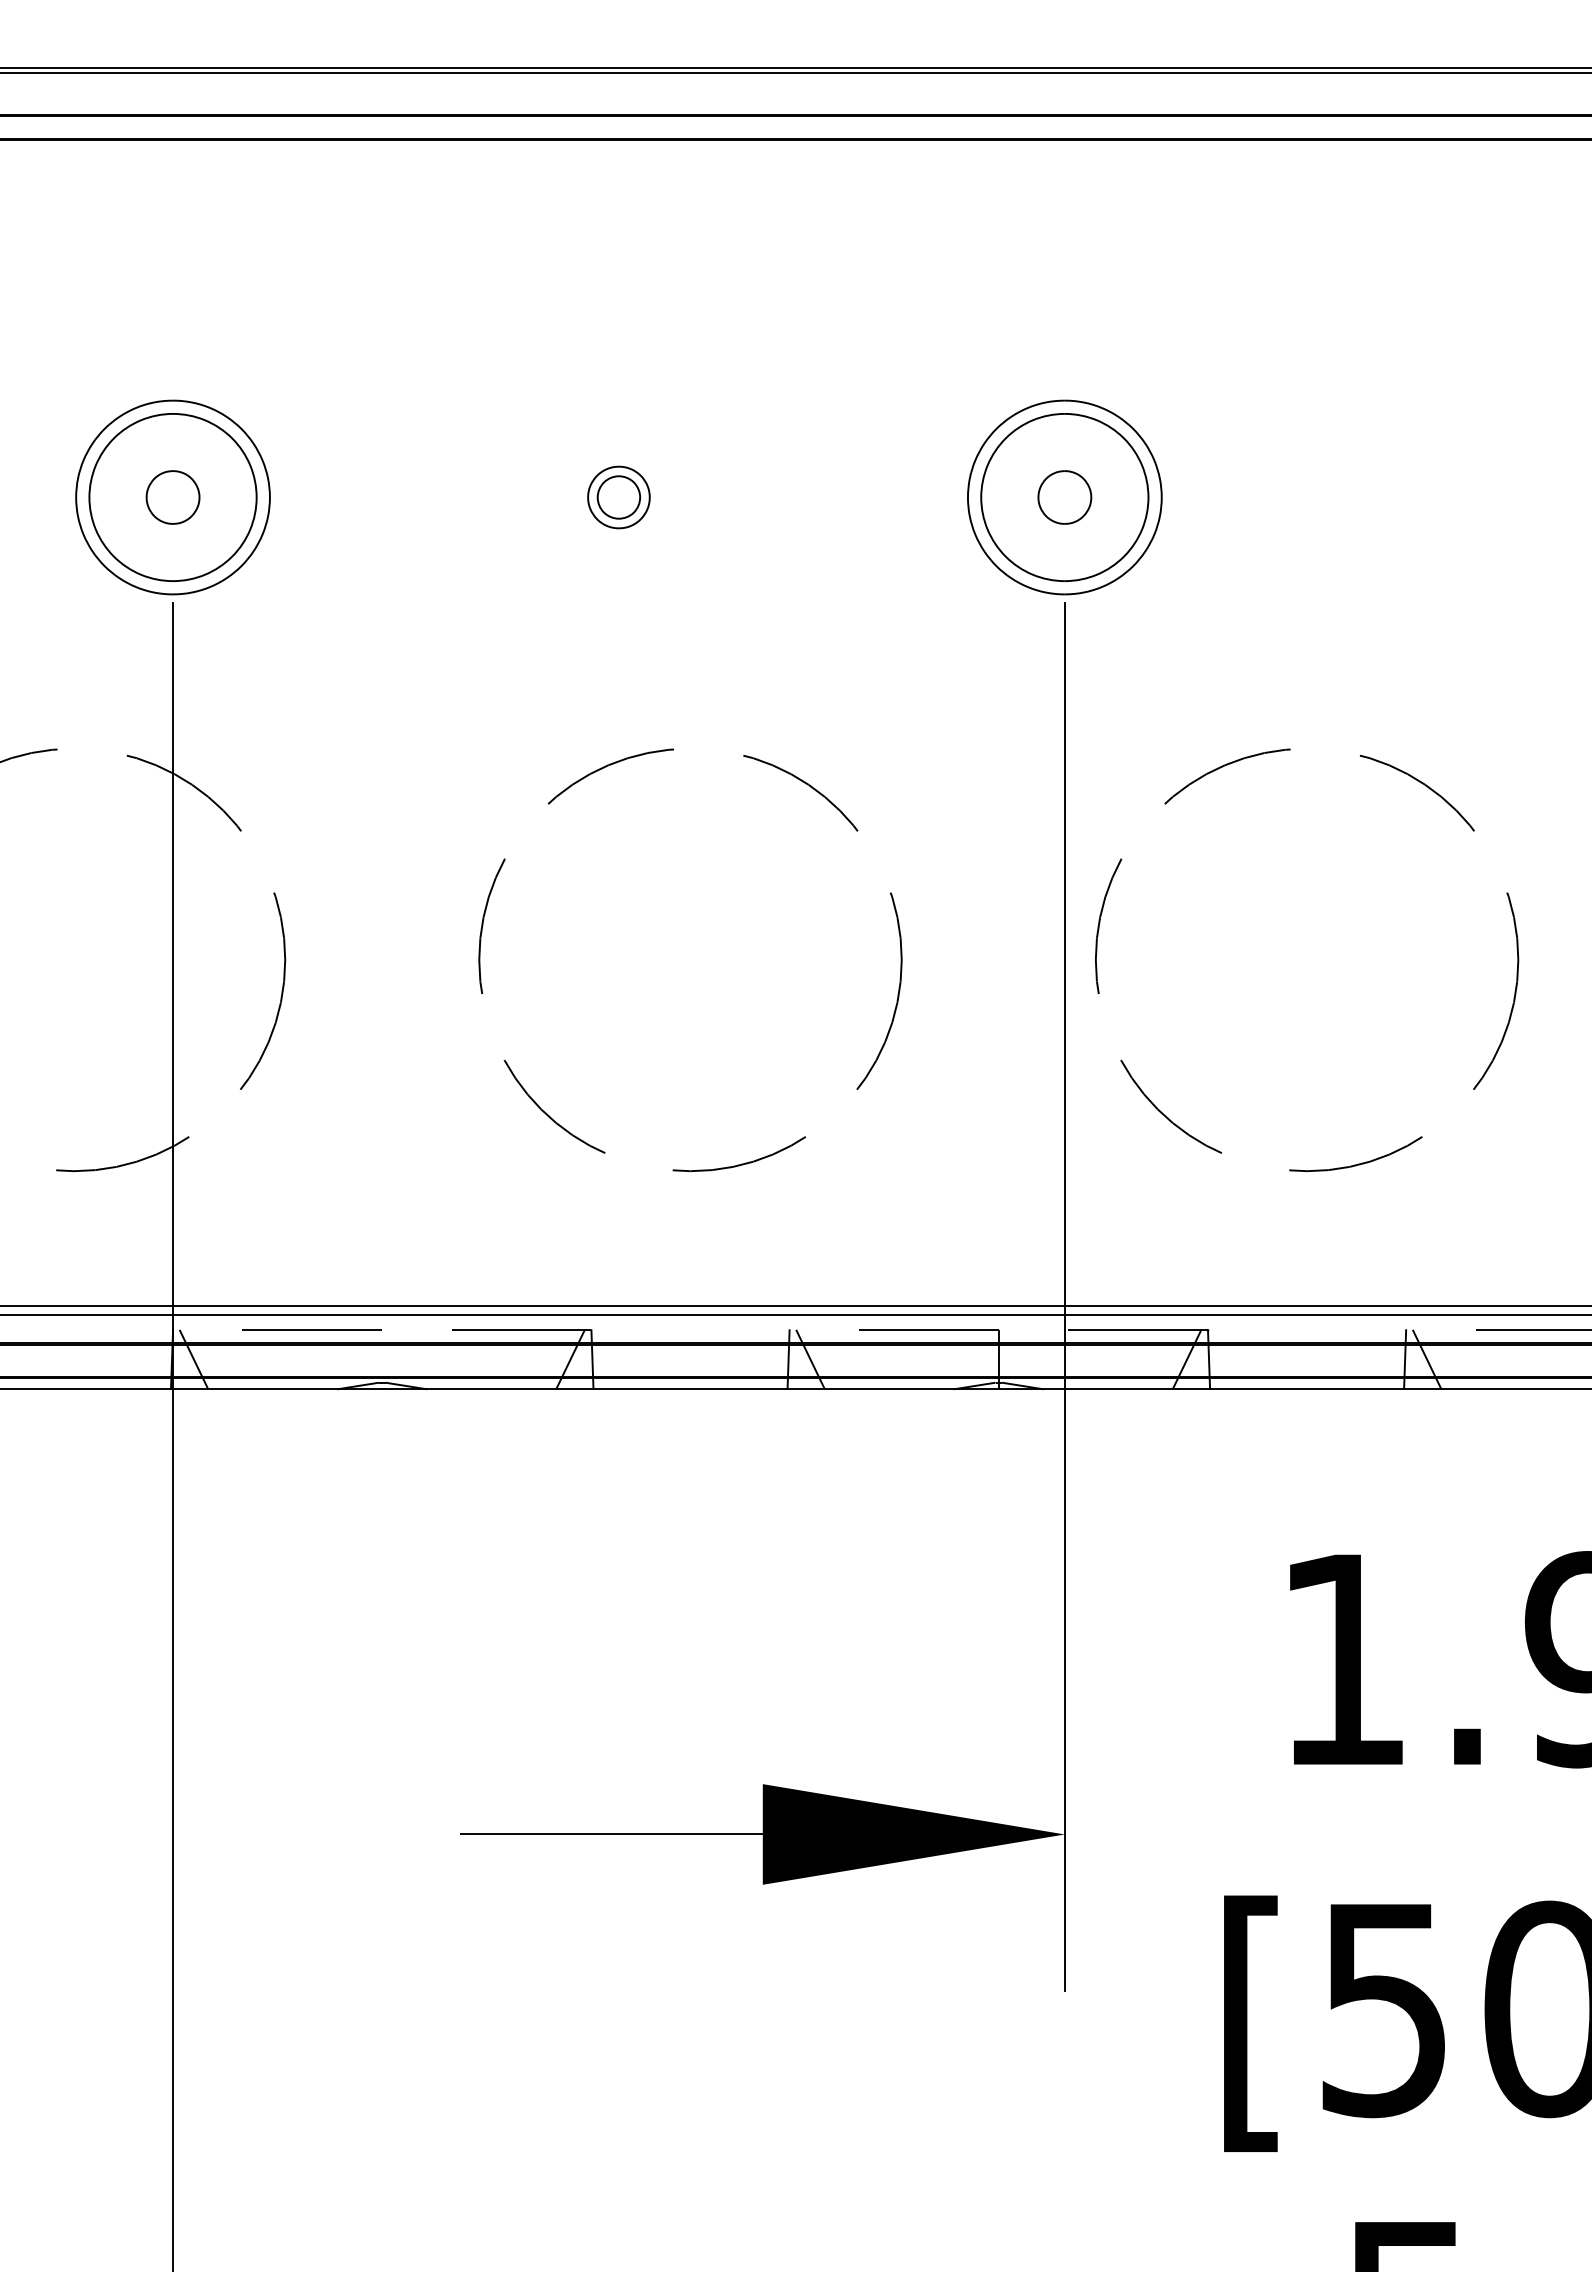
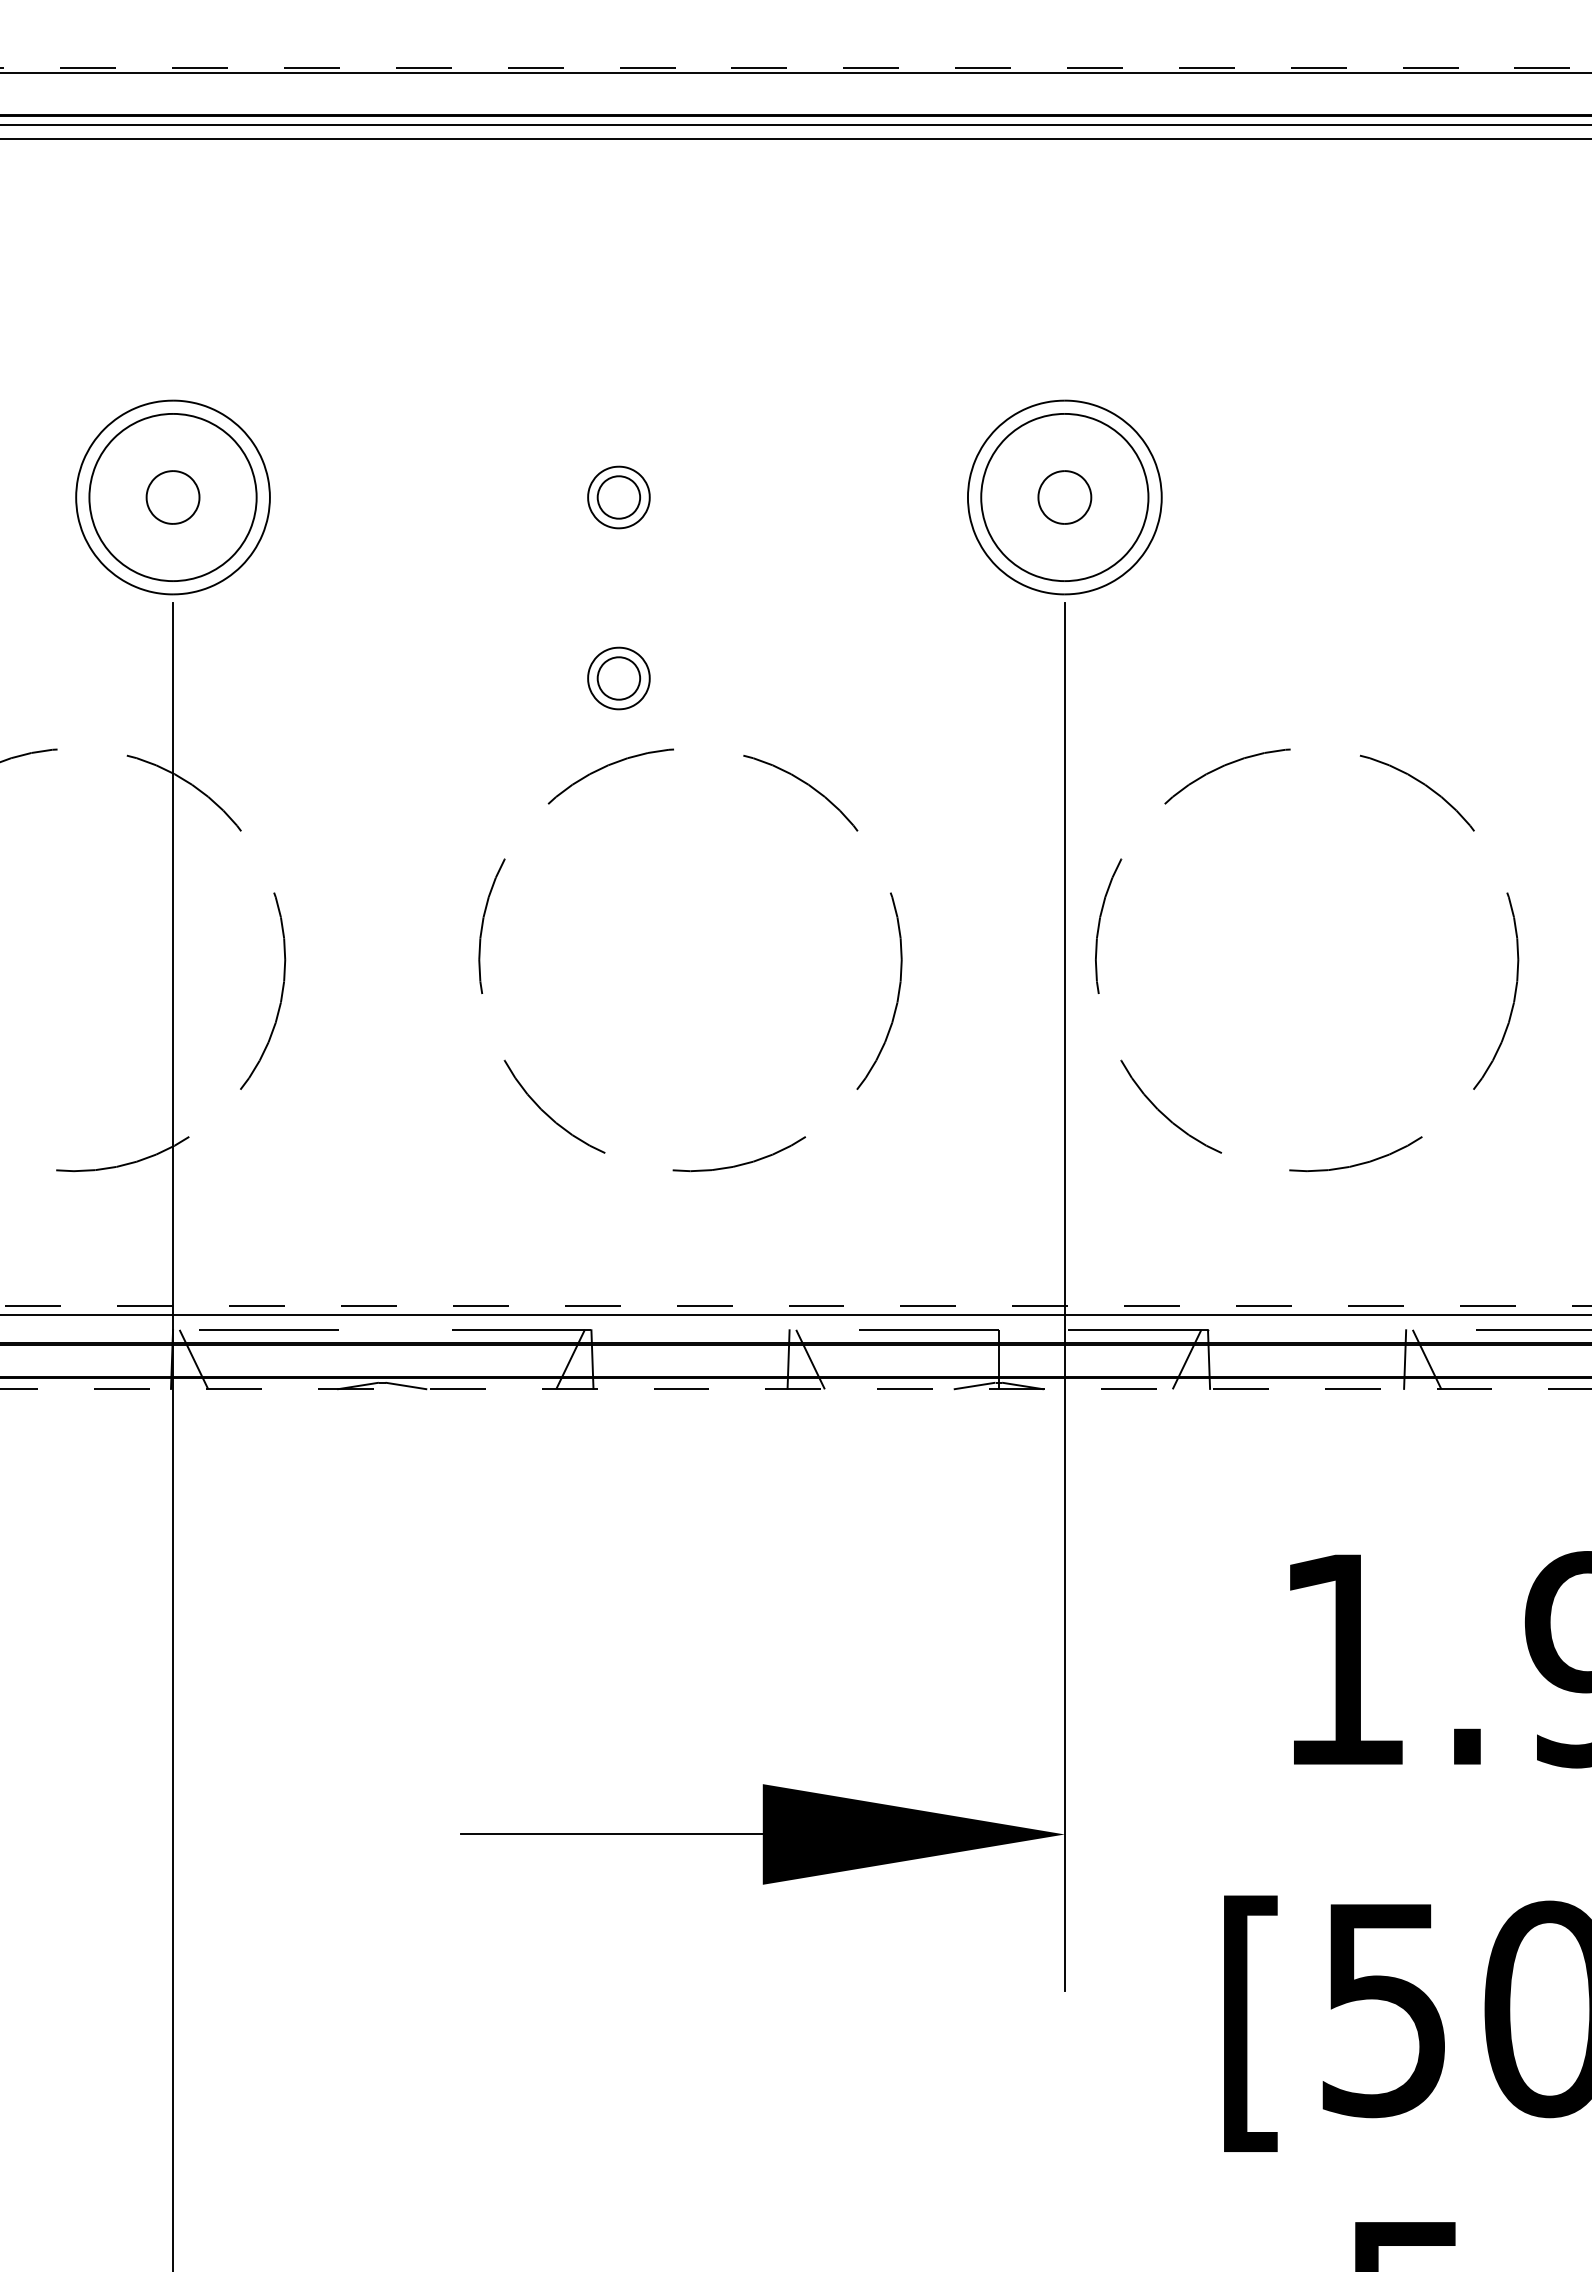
line at (796, 68): solid -> dashed
line at (795, 139) position: (795, 139) -> (795, 124)
part at (618, 678): none -> present
line at (796, 1306): solid -> dashed
line at (311, 1329) position: (311, 1329) -> (268, 1329)
line at (795, 1389): solid -> dashed
